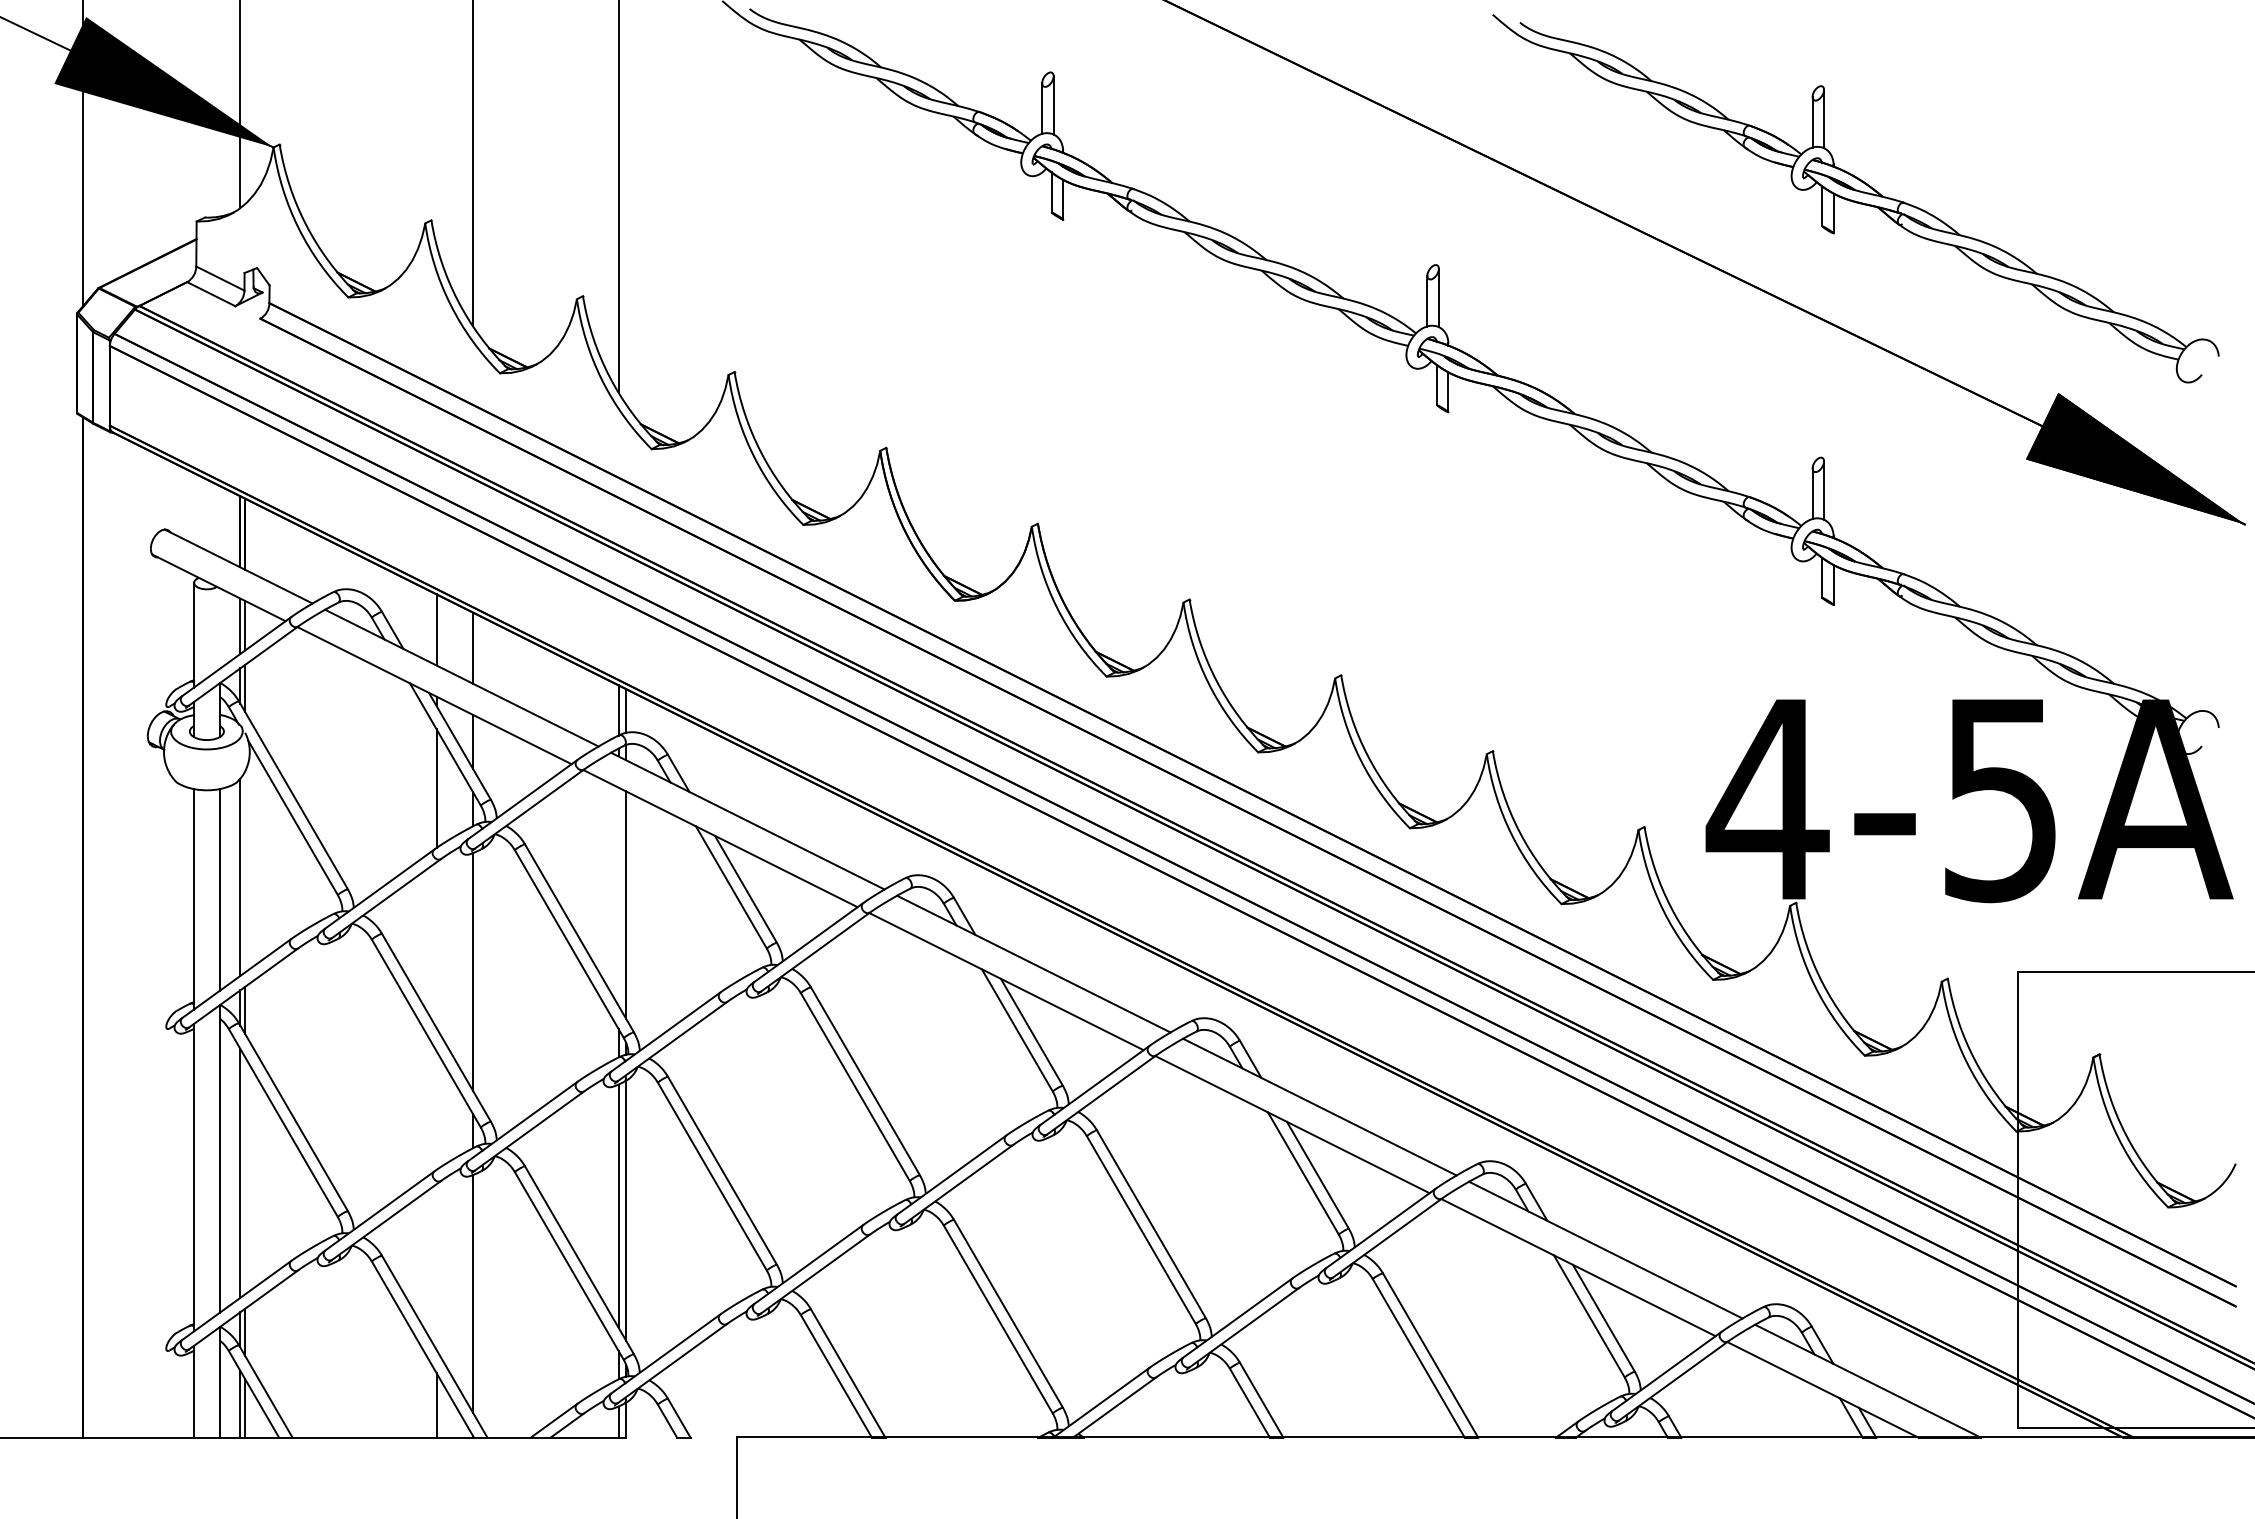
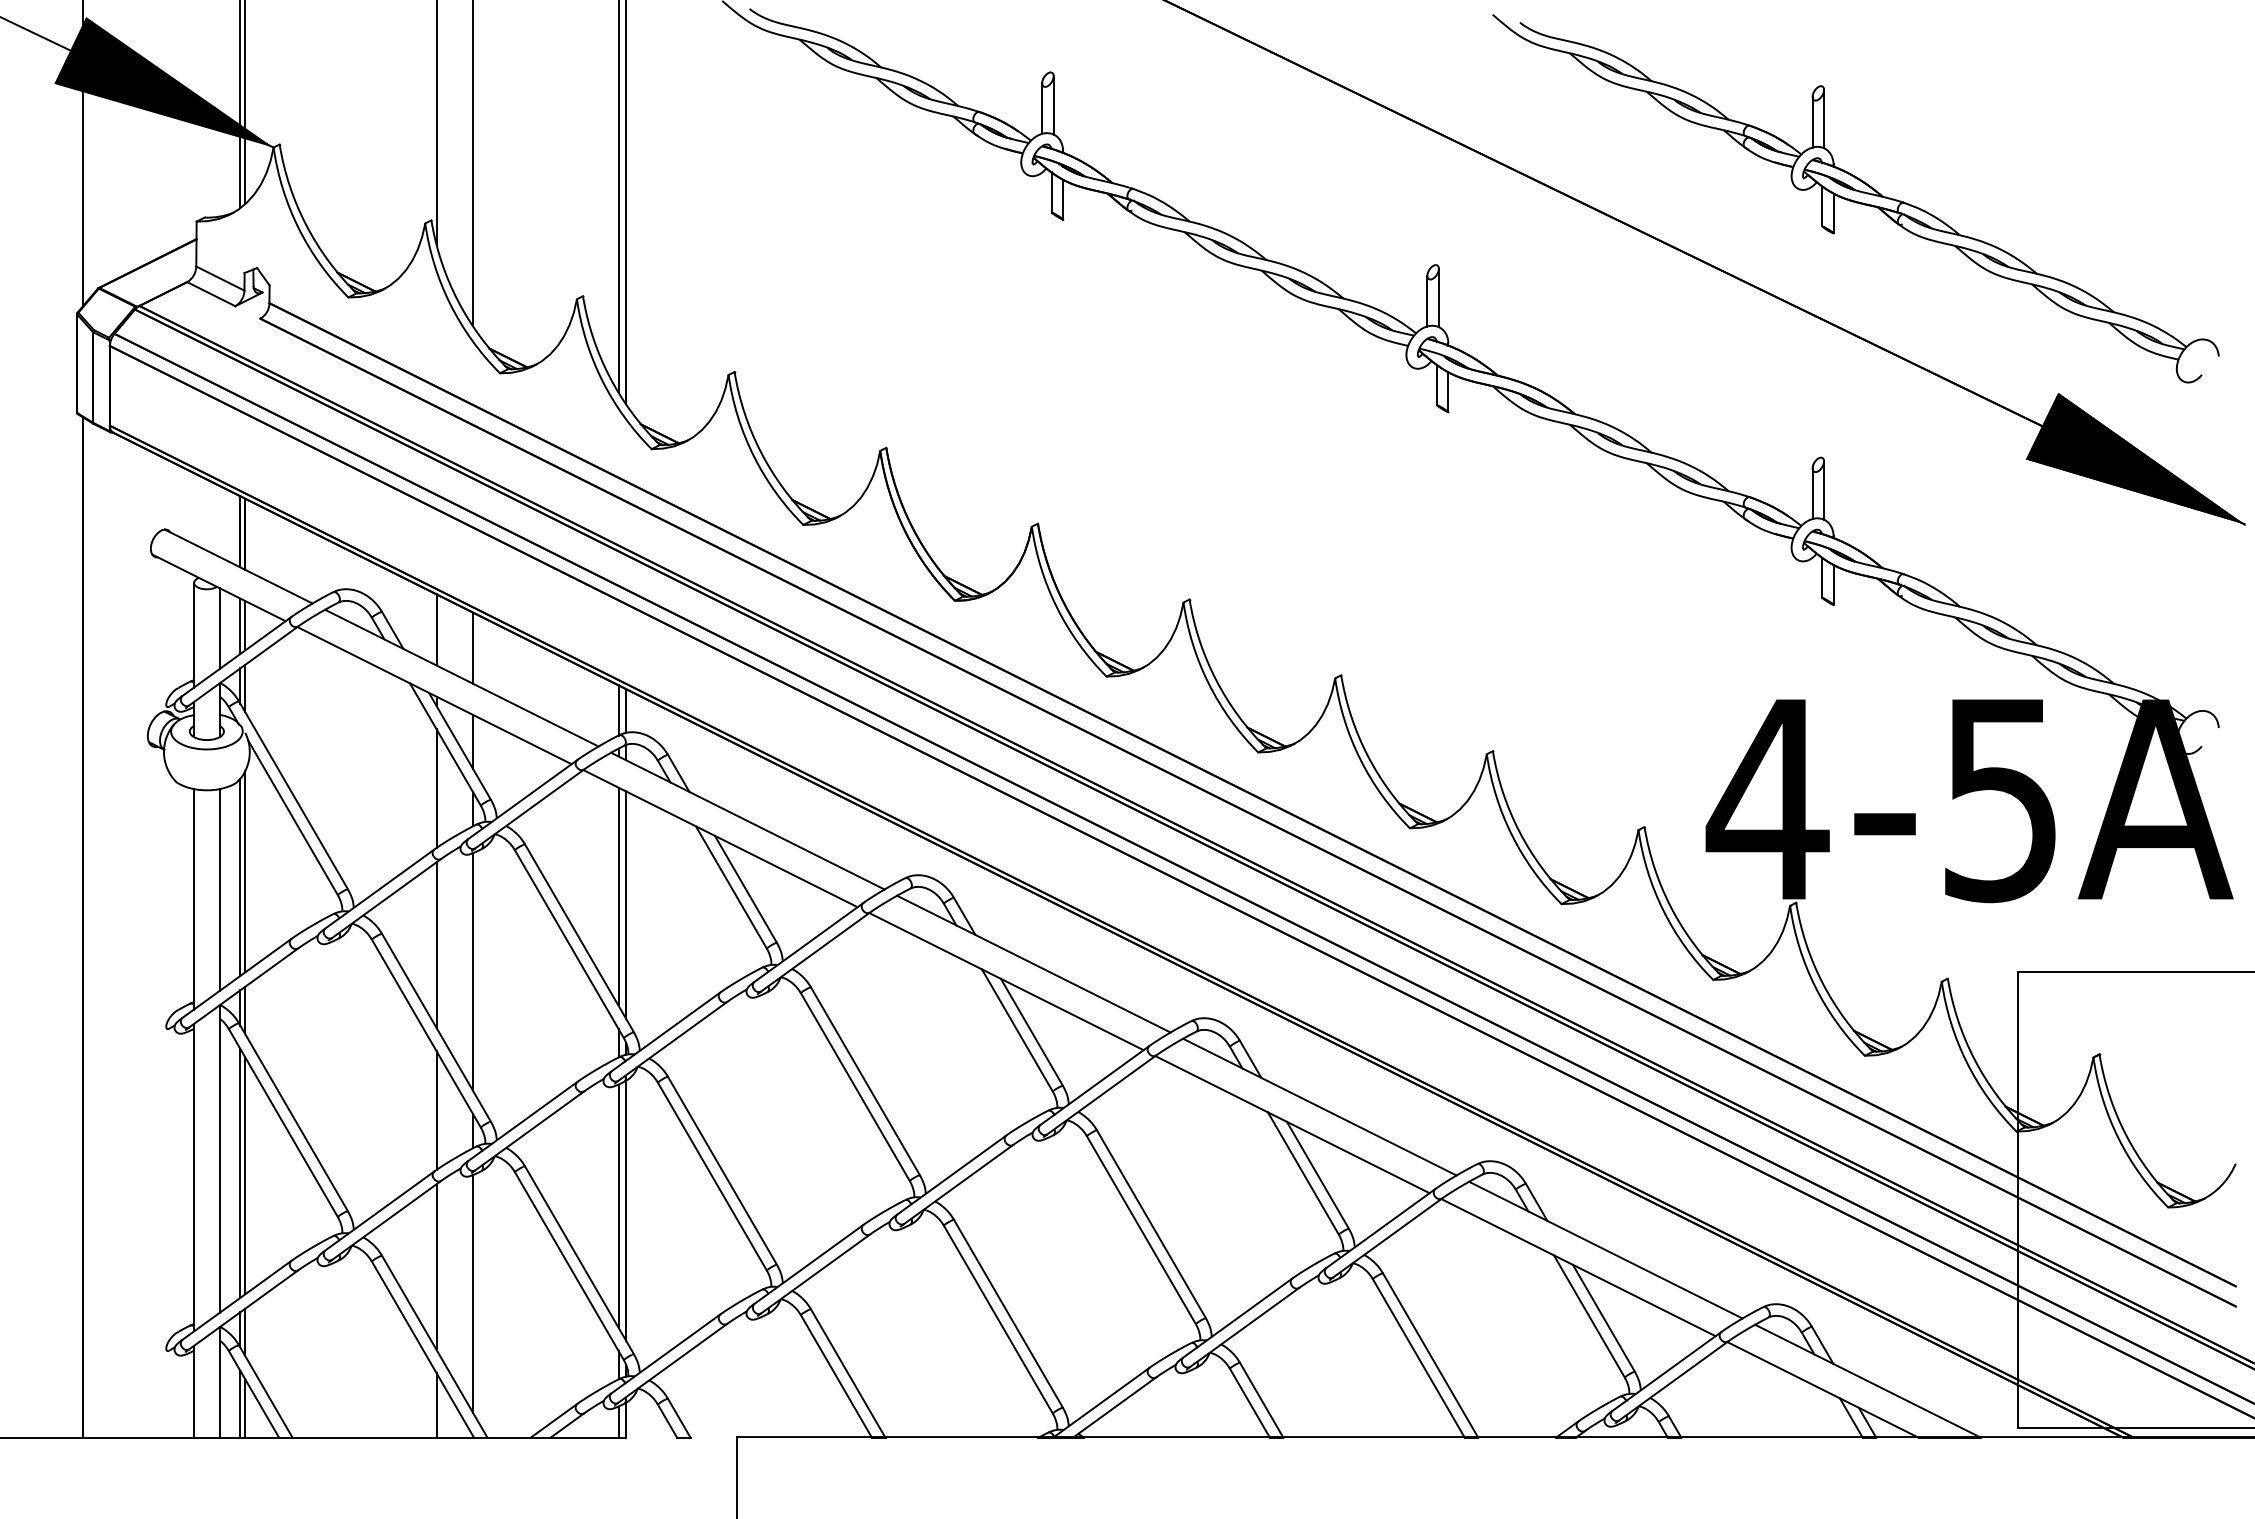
line at (245, 103): none -> present
line at (436, 123): none -> present
line at (626, 203): none -> present
line at (219, 628): none -> present
line at (245, 871): none -> present
line at (618, 896): none -> present
line at (436, 944): none -> present
line at (436, 1110): none -> present
line at (245, 1175): none -> present
line at (436, 1266): none -> present
